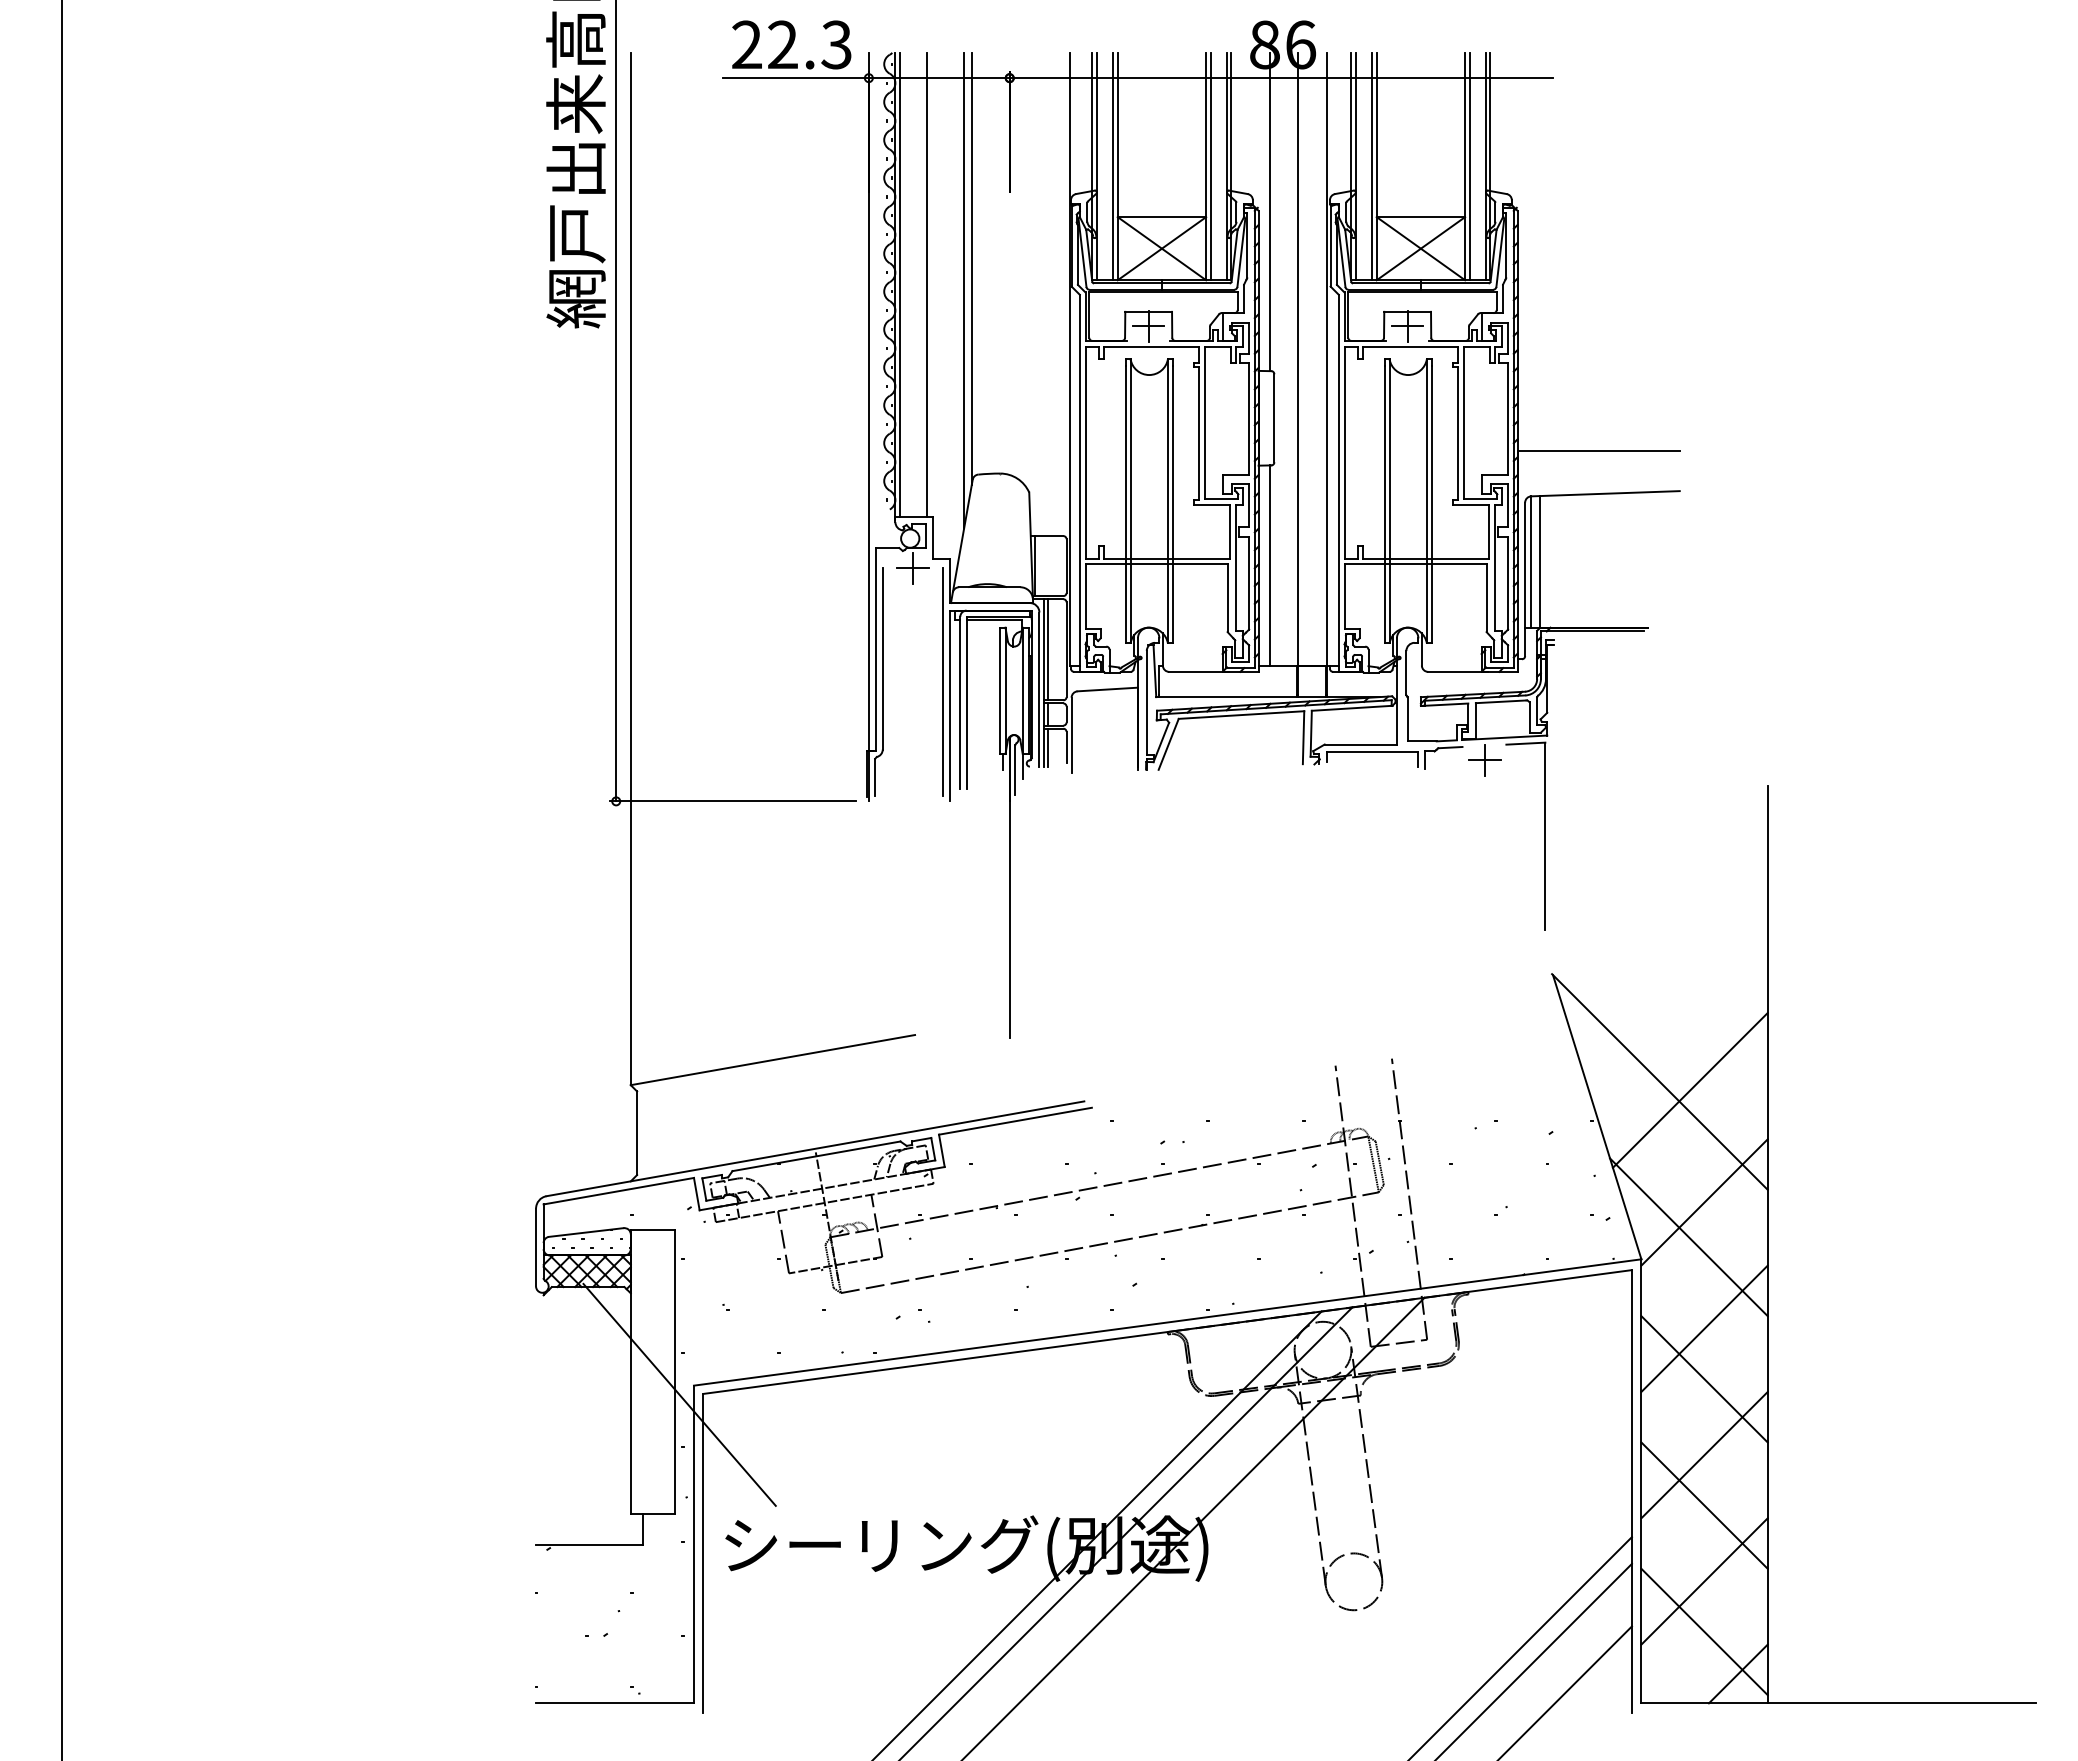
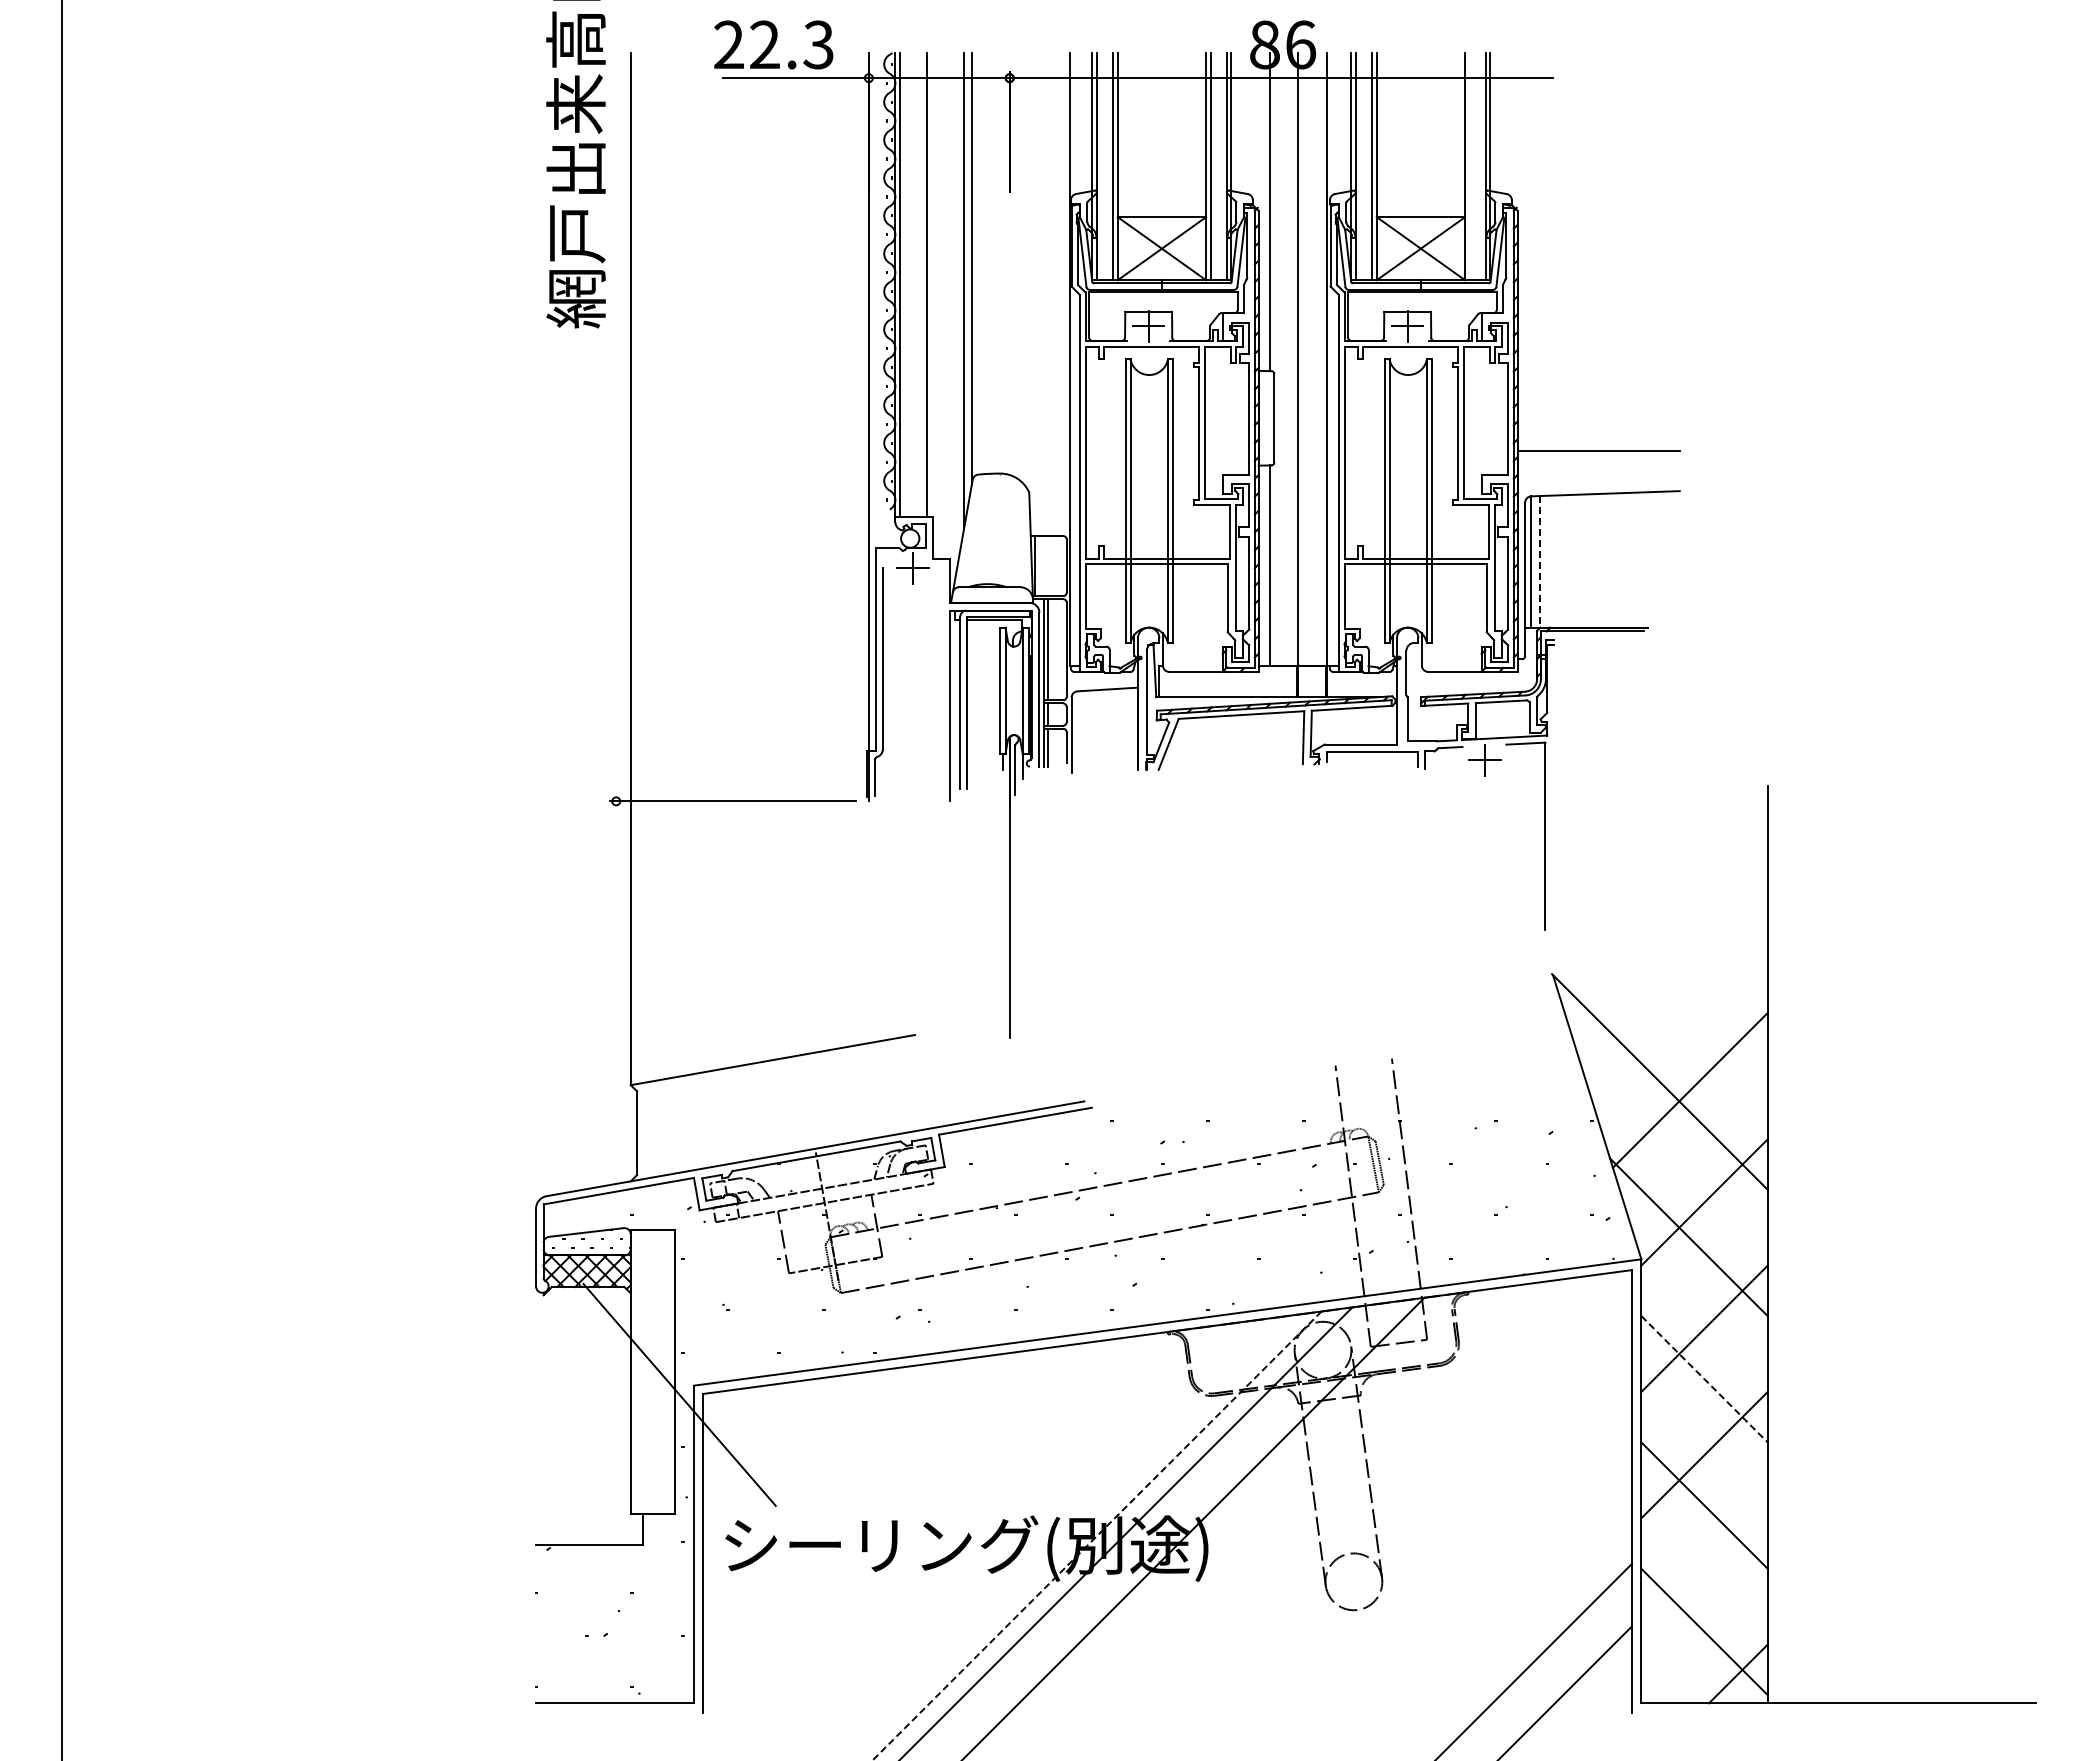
text at (791, 44) position: (791, 44) -> (773, 44)
line at (1469, 166): present -> none
line at (616, 401): present -> none
line at (1540, 561): solid -> dashed
line at (943, 681): present -> none
line at (1704, 1379): solid -> dashed
line at (1096, 1536): solid -> dashed
line at (1704, 1581): present -> none
line at (1521, 1647): present -> none
